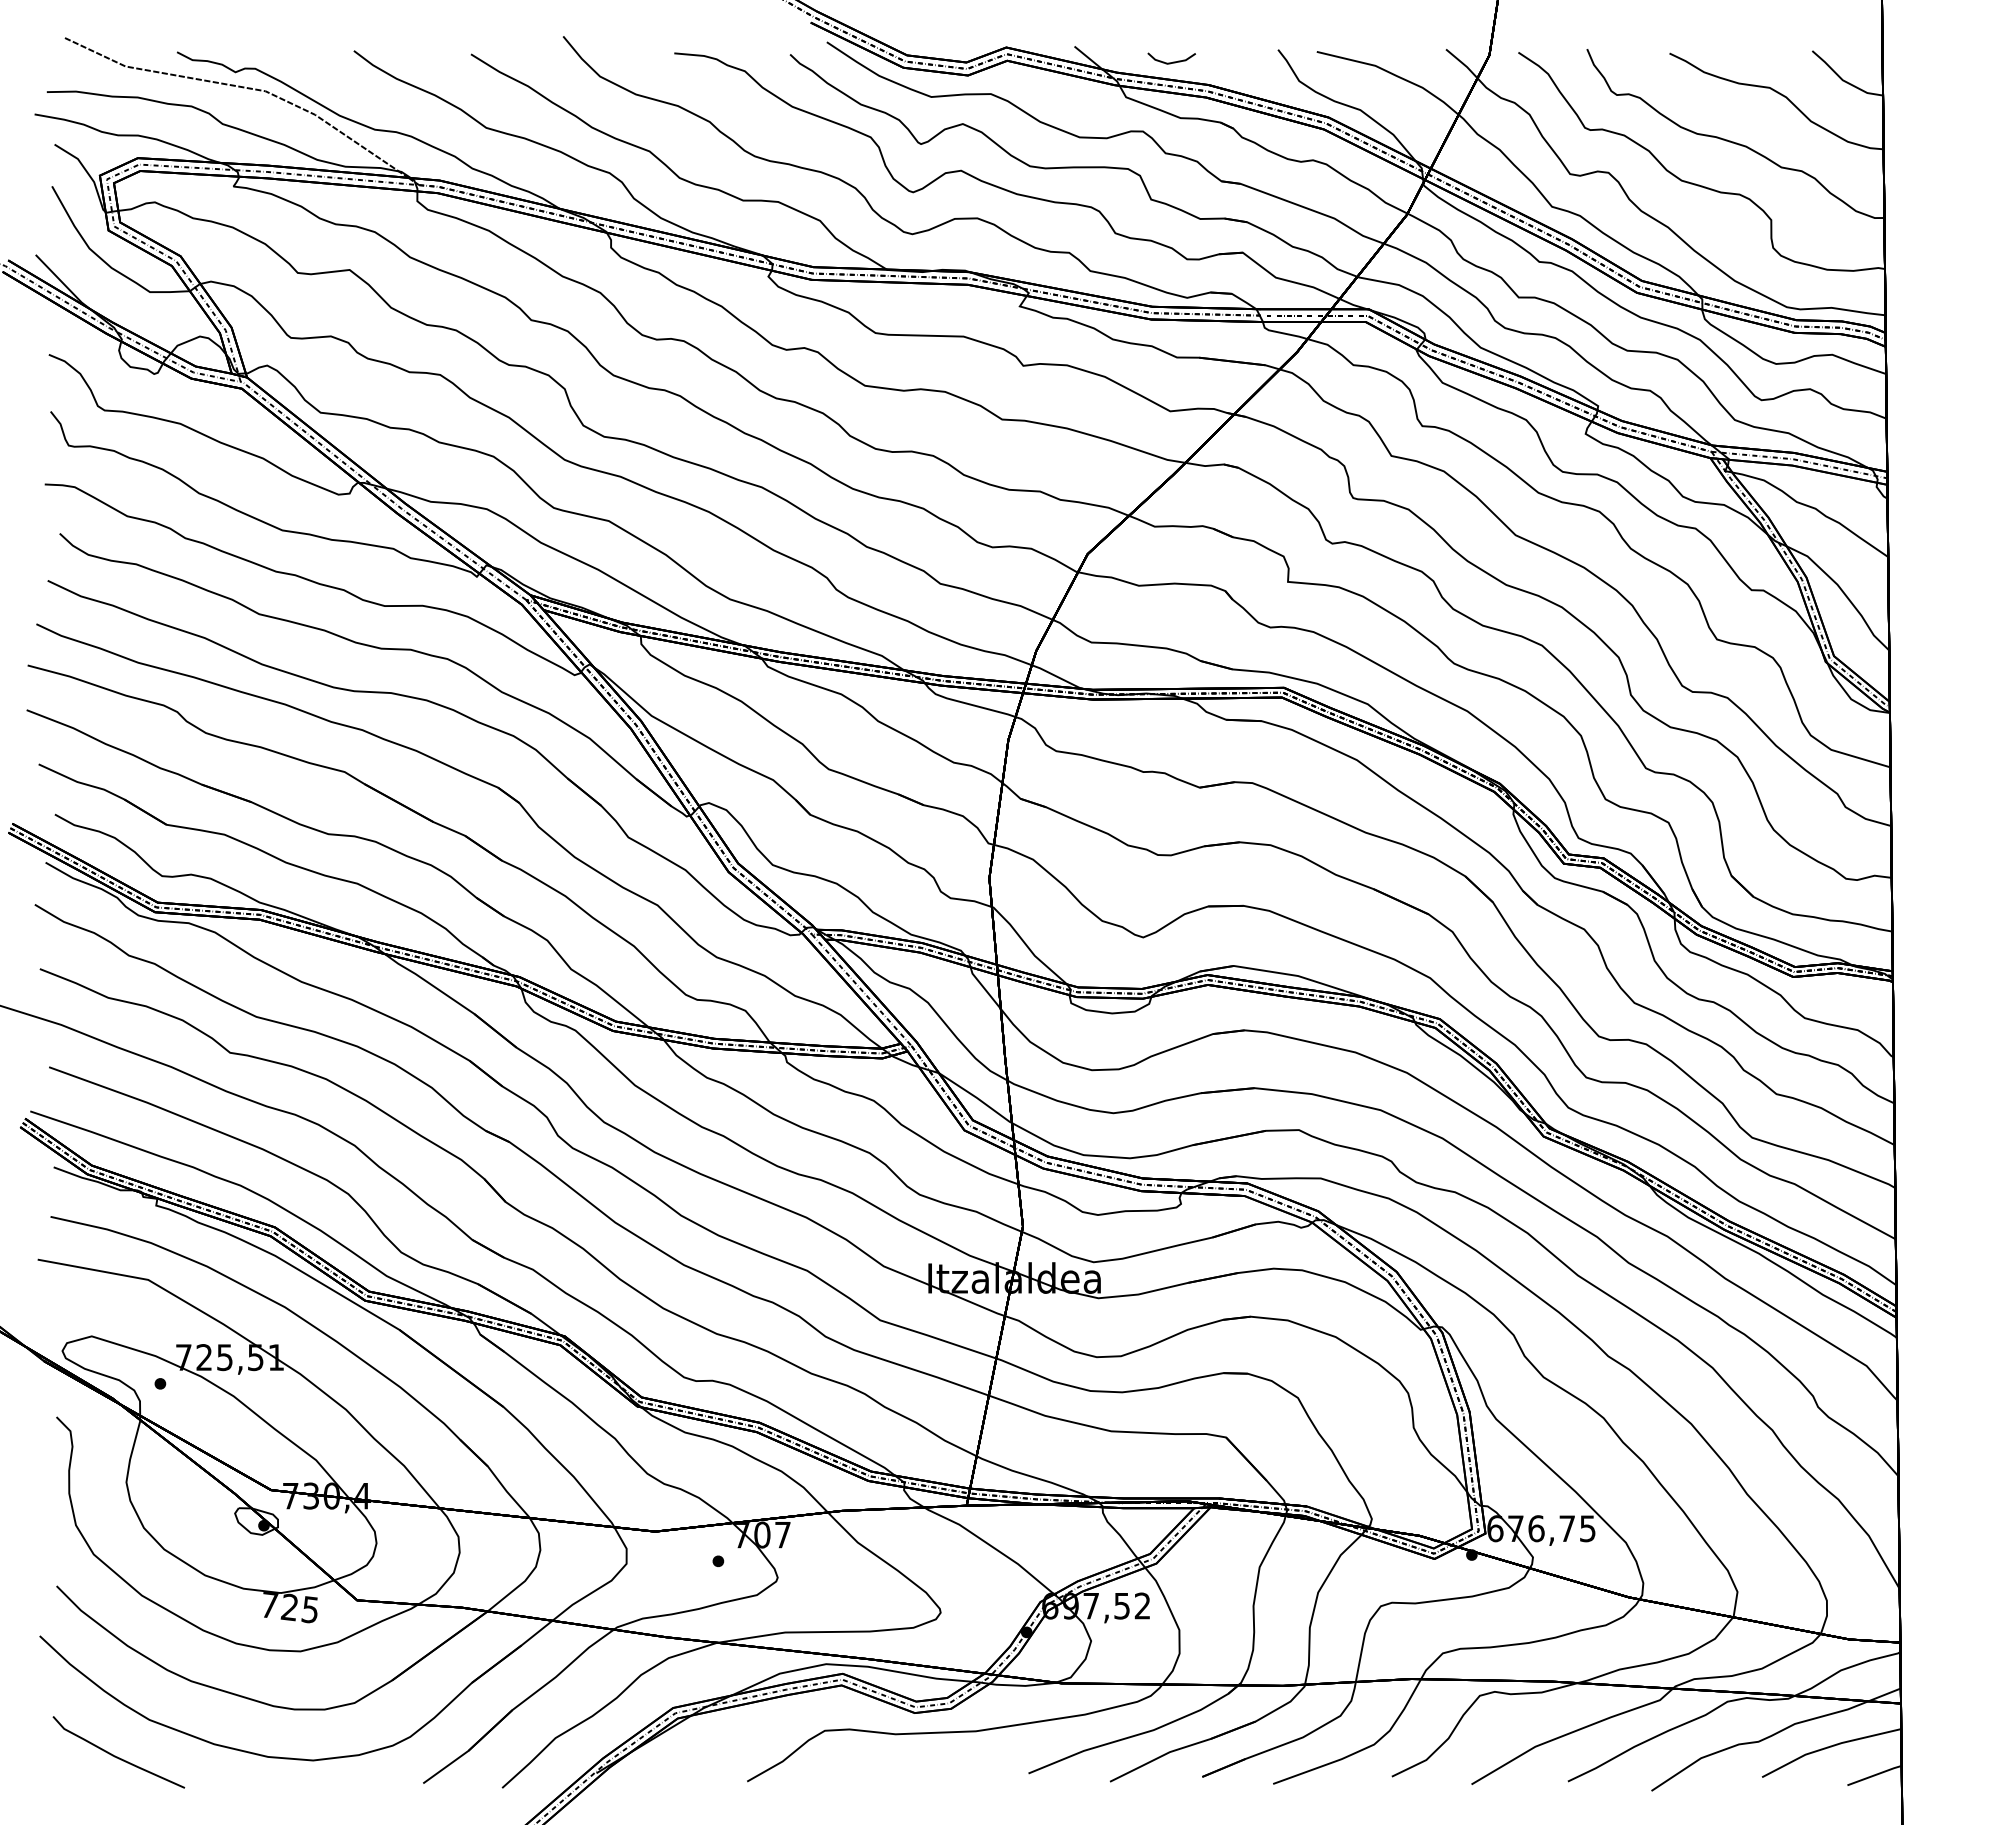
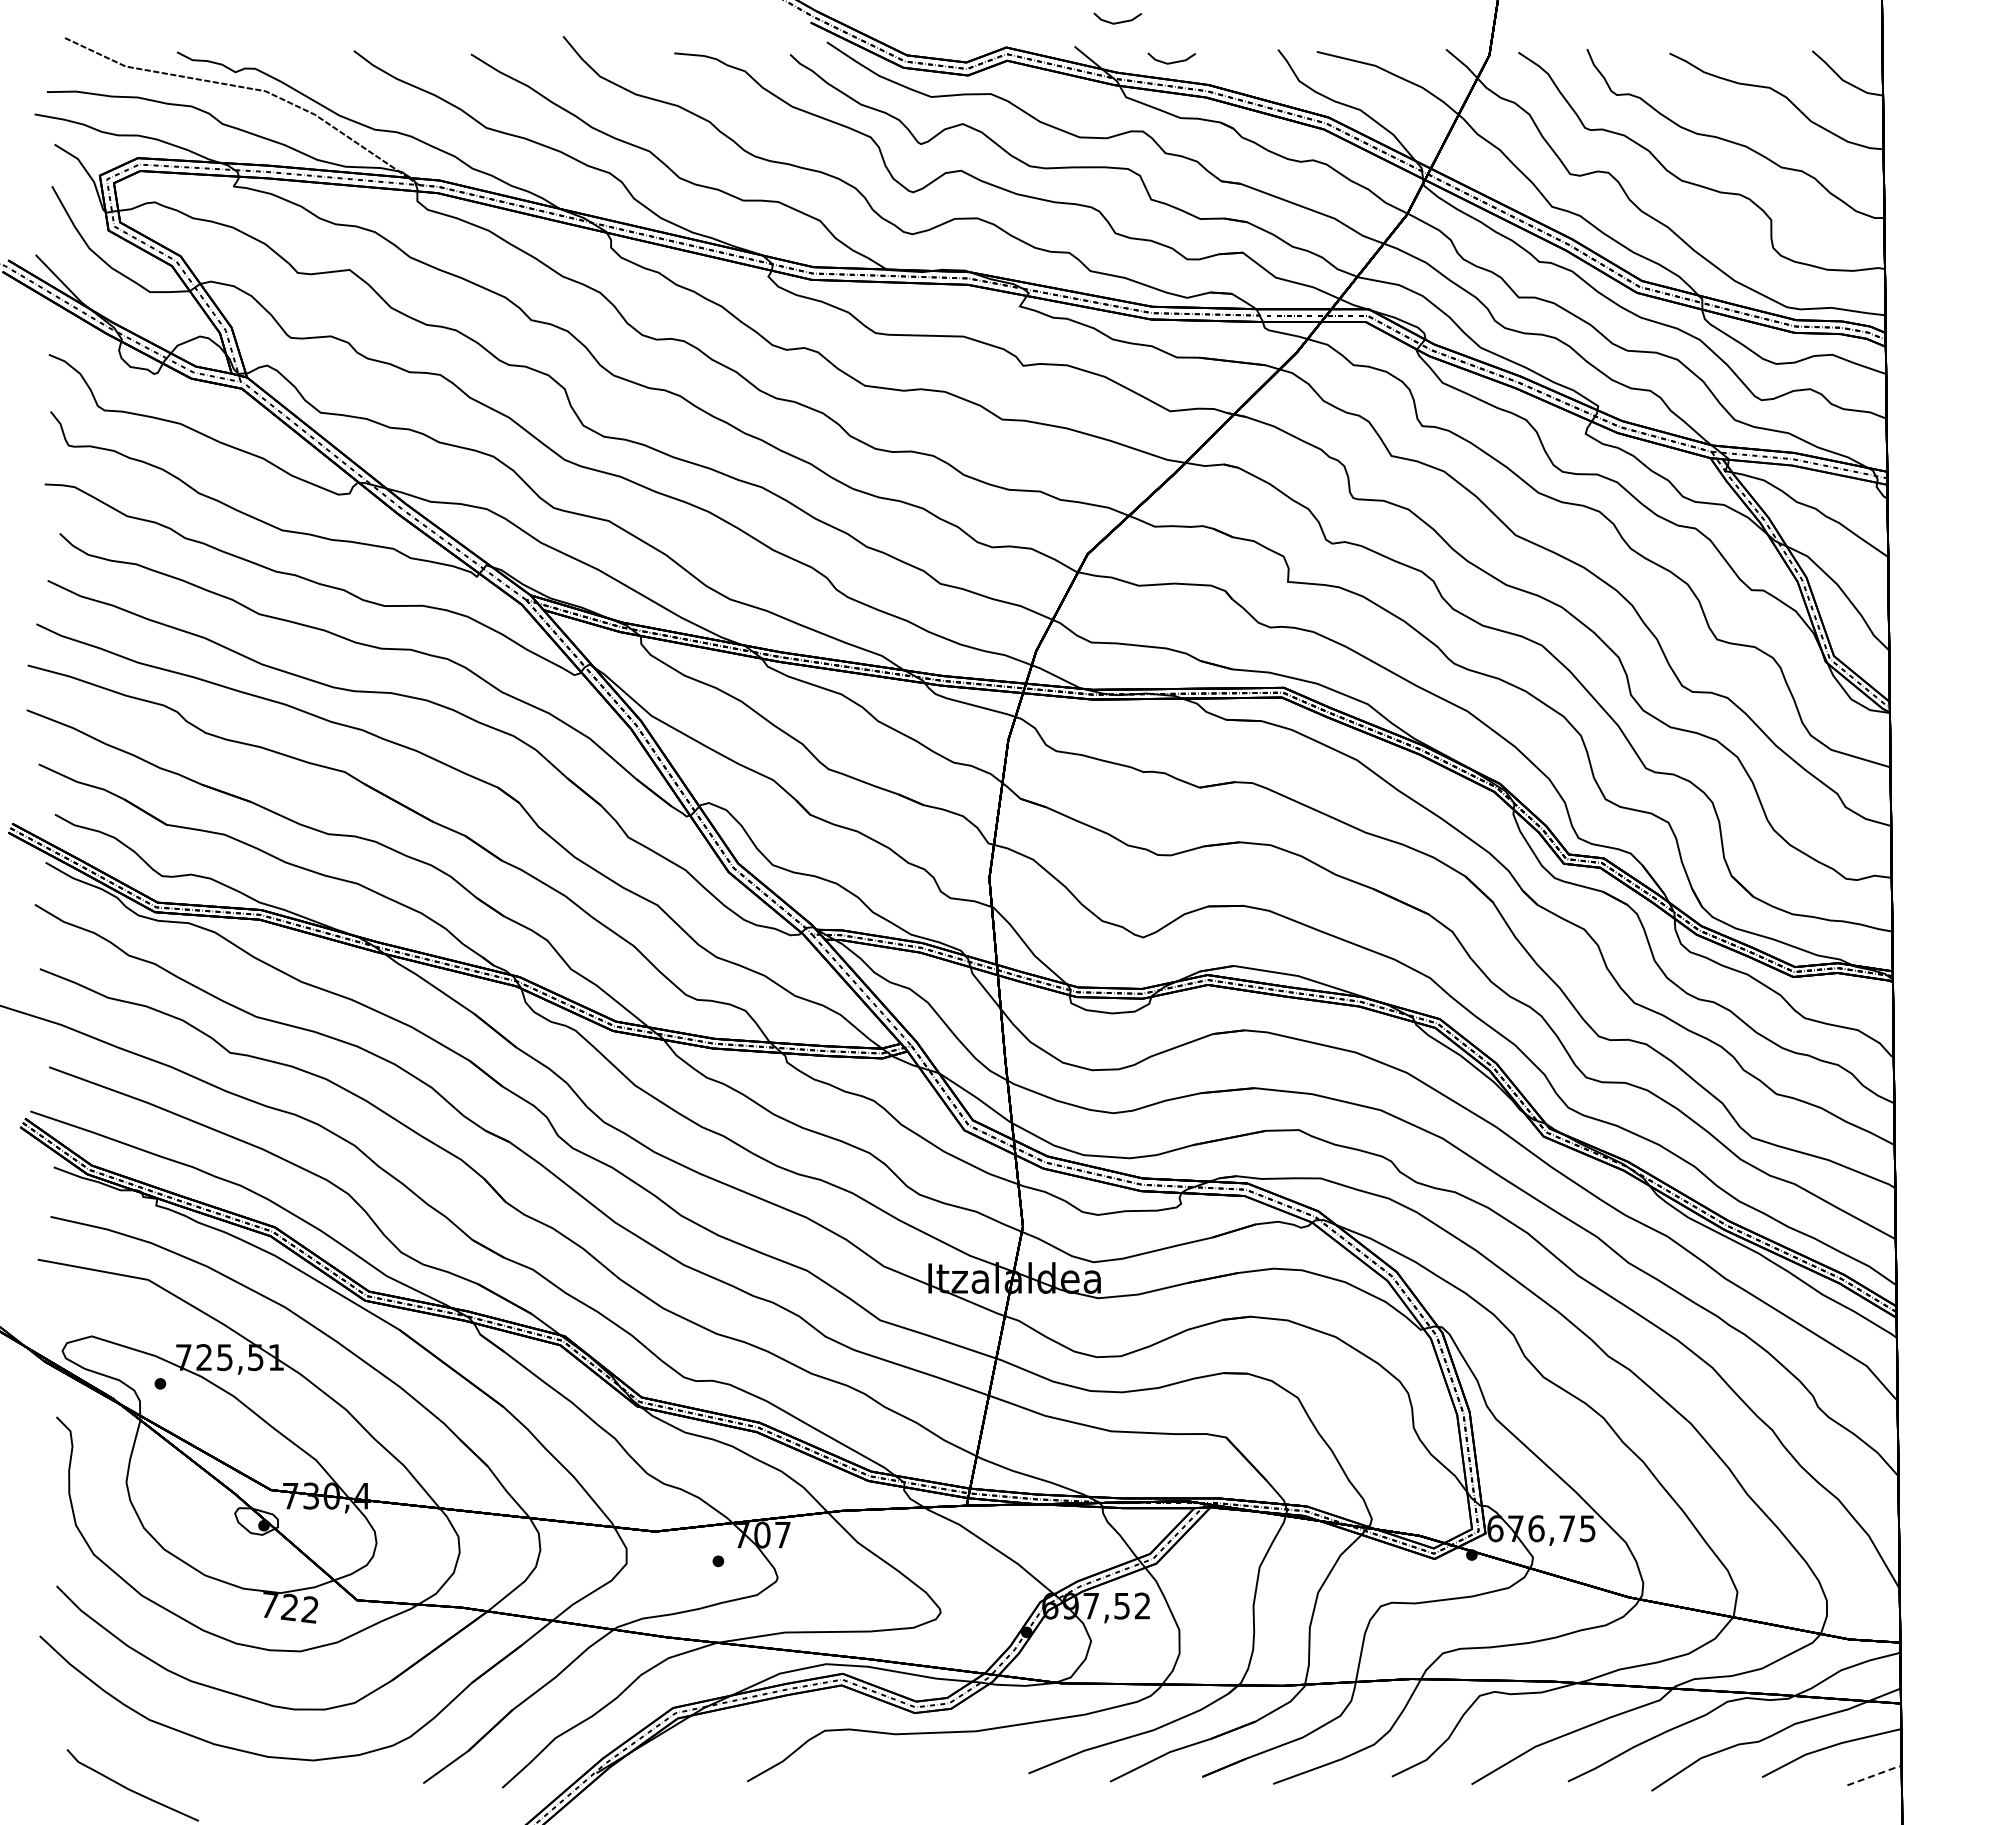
line at (1119, 21): none -> present
text at (309, 1609): 725 -> 722
curve at (117, 1756) position: (117, 1756) -> (131, 1789)
line at (1875, 1775): solid -> dashed
